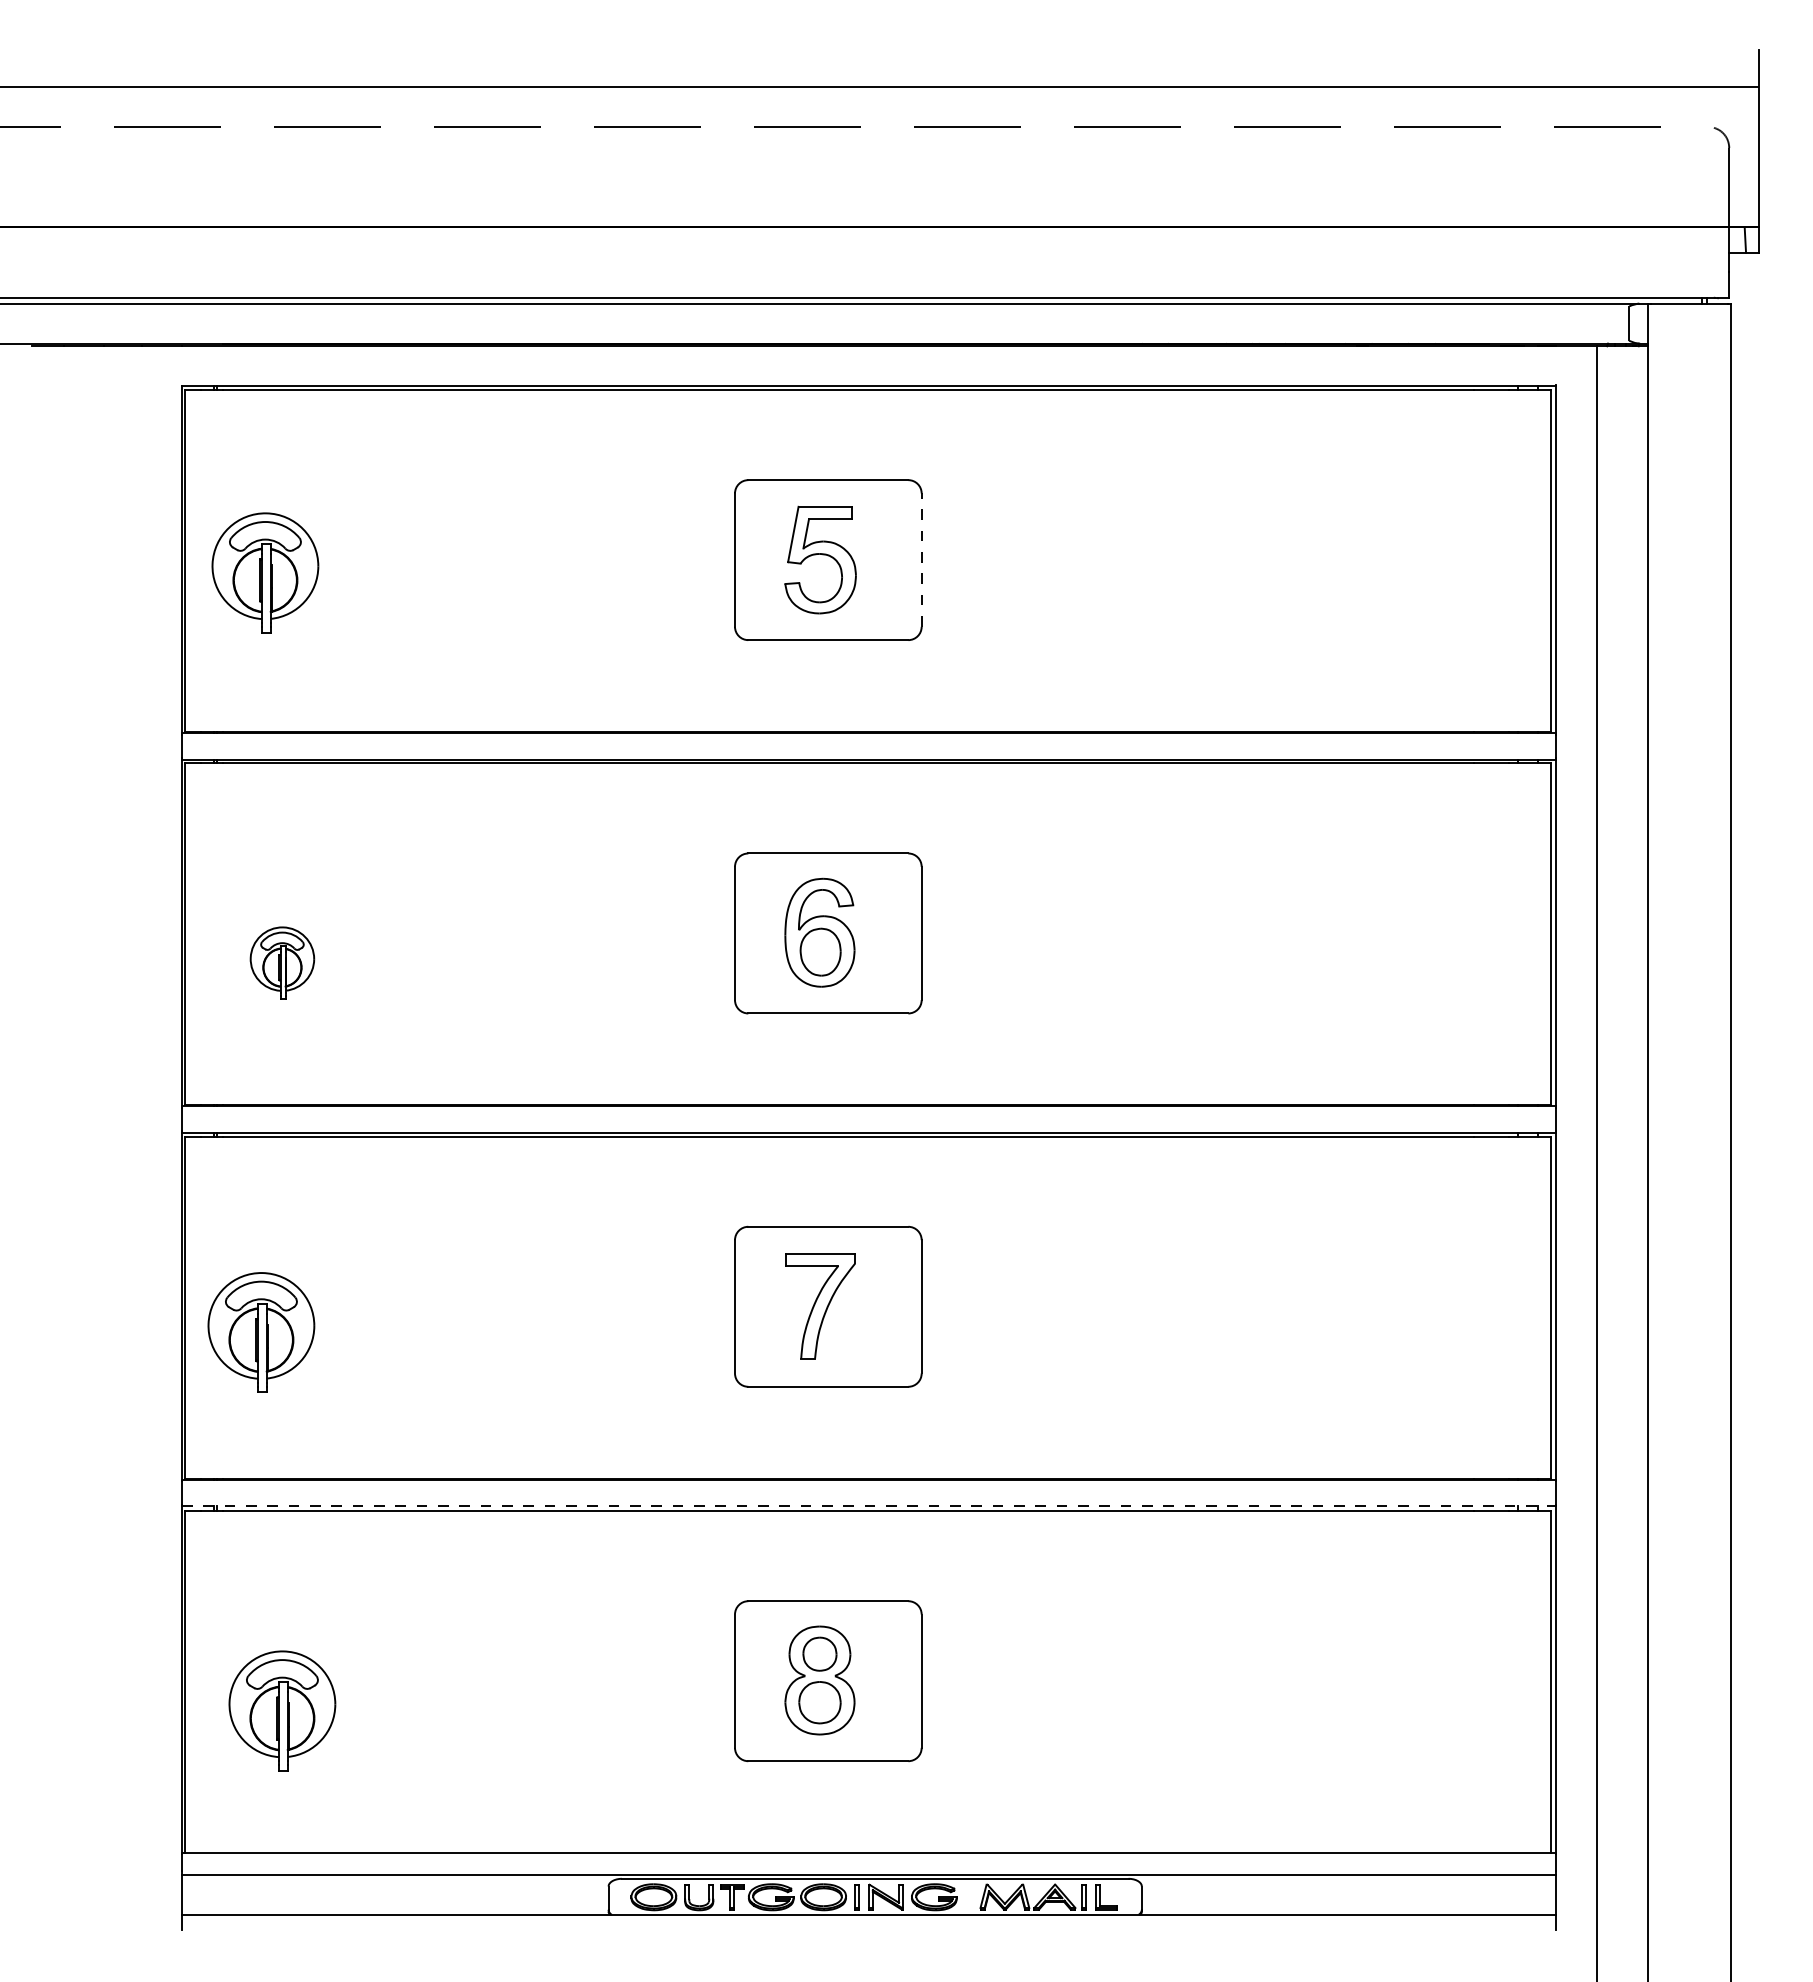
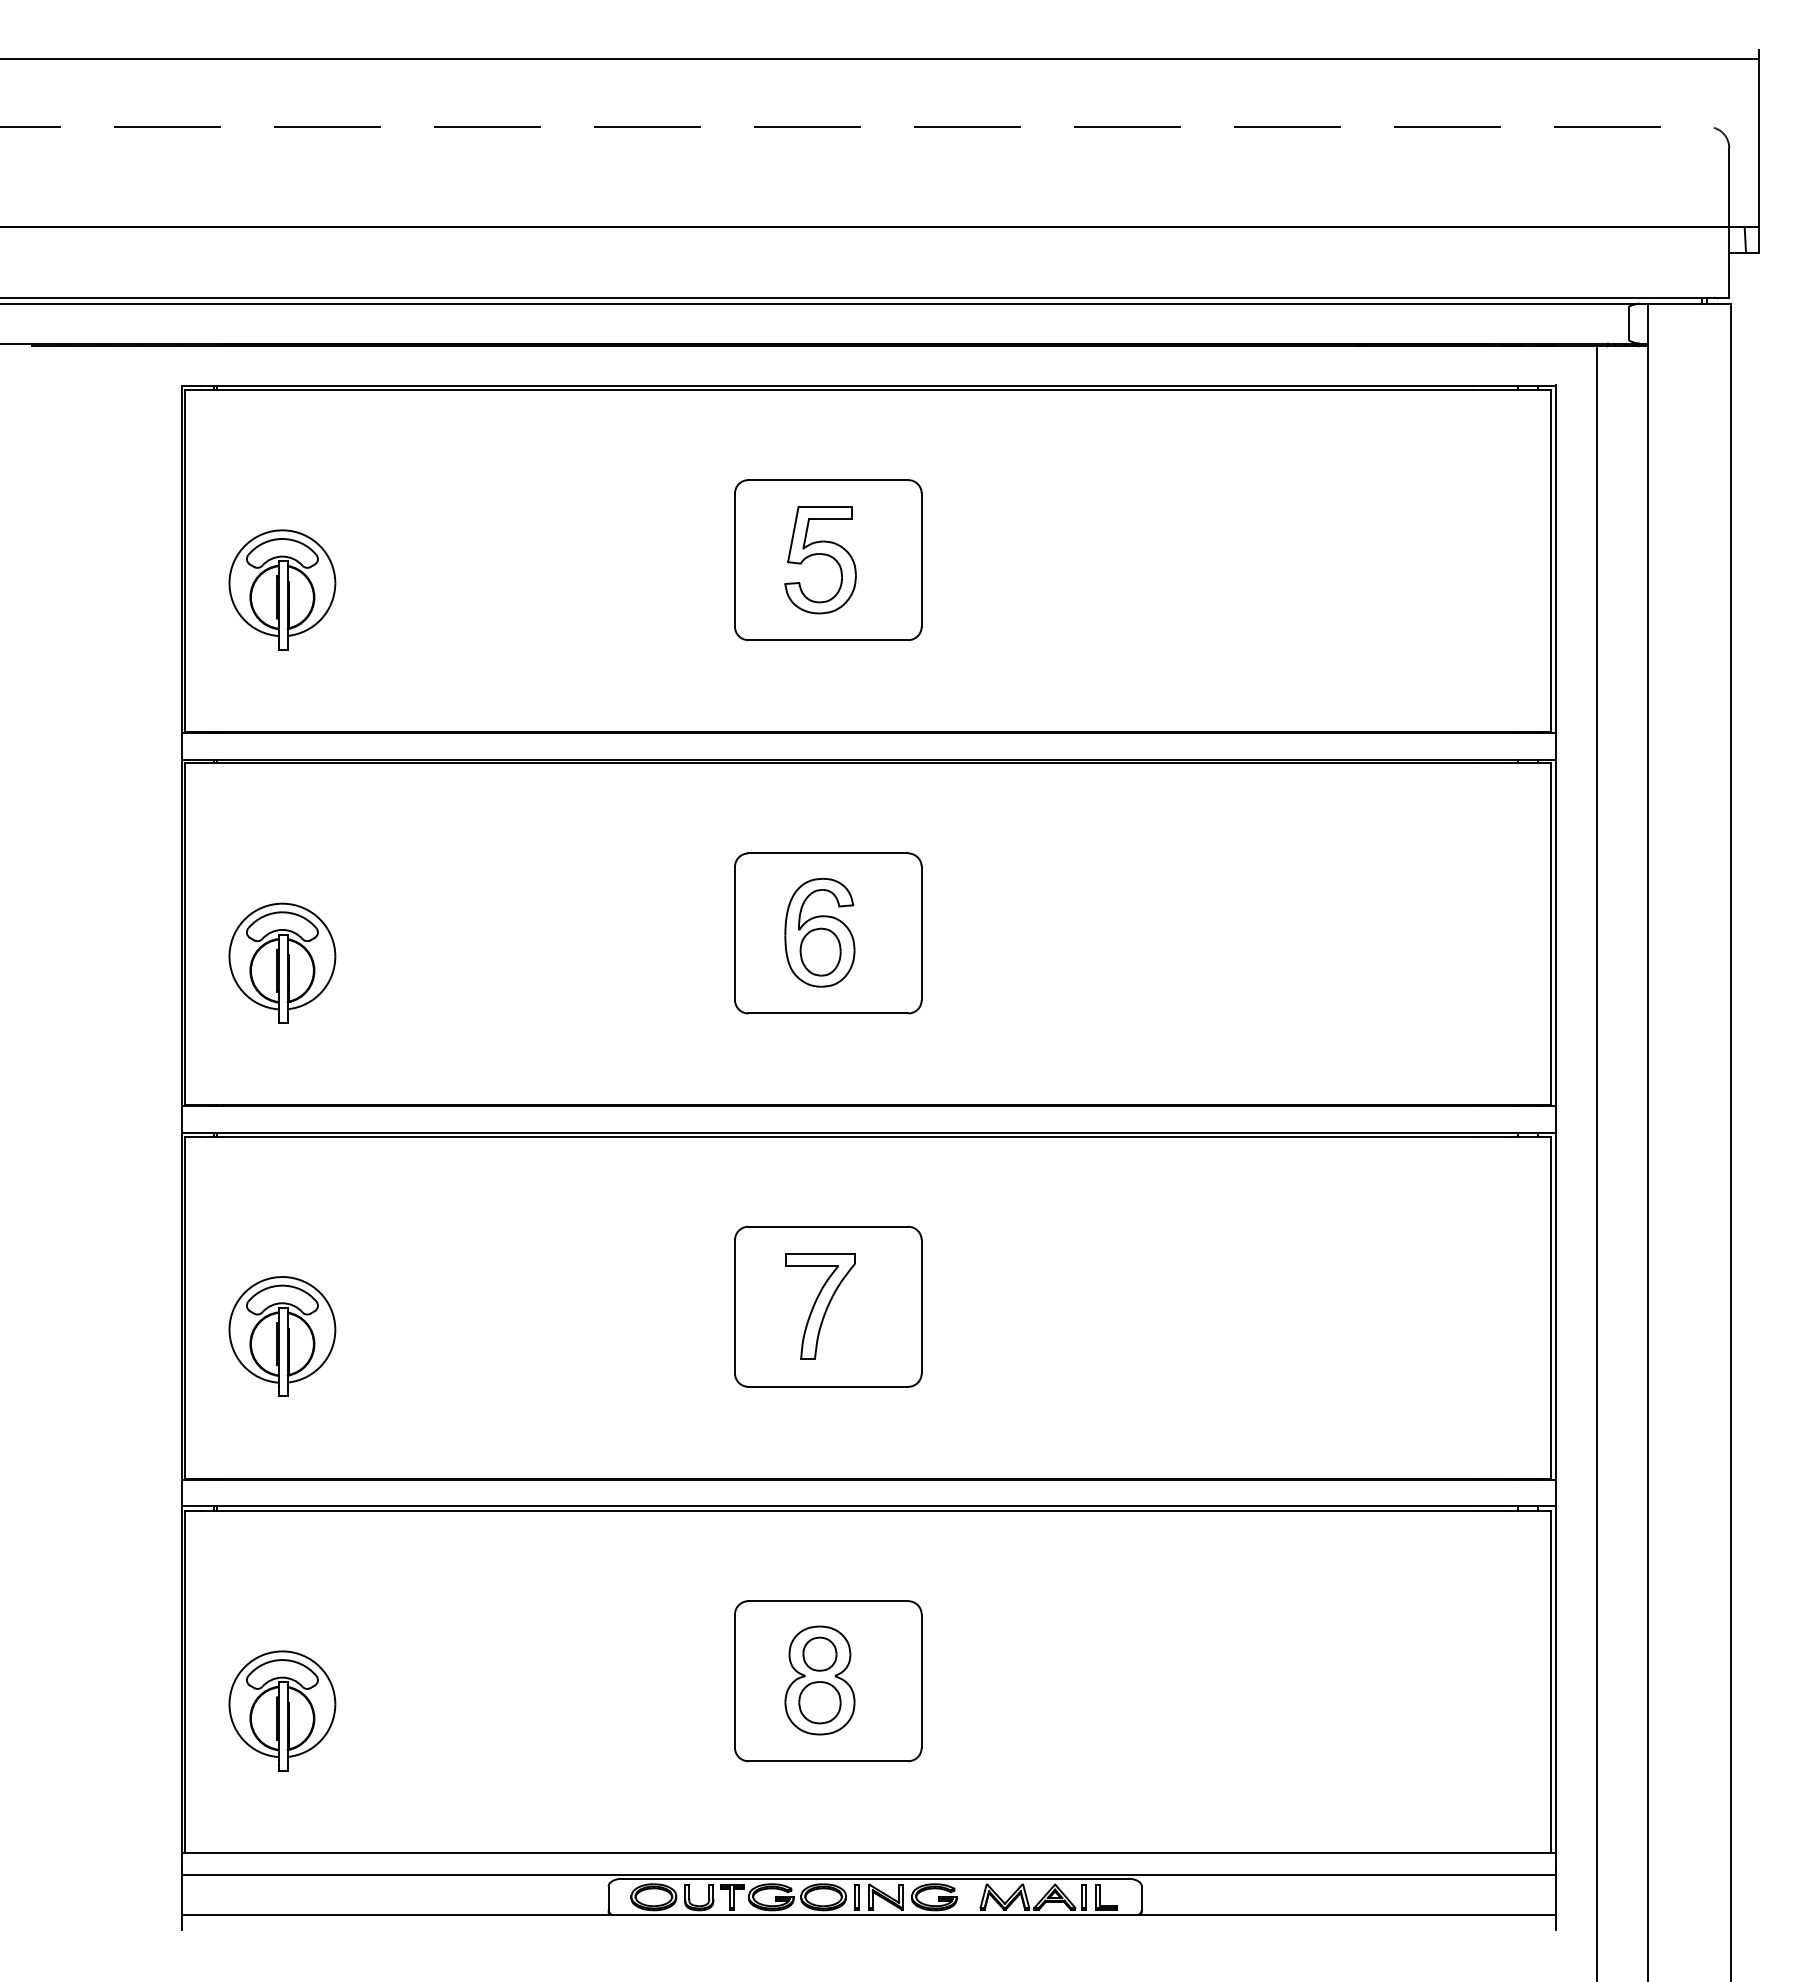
line at (880, 87) position: (880, 87) -> (880, 59)
line at (921, 560): dashed -> solid
part at (265, 572) position: (265, 572) -> (282, 589)
part at (282, 962) size: 67x74 px -> 109x122 px
part at (261, 1332) position: (261, 1332) -> (282, 1336)
line at (869, 1506): dashed -> solid
